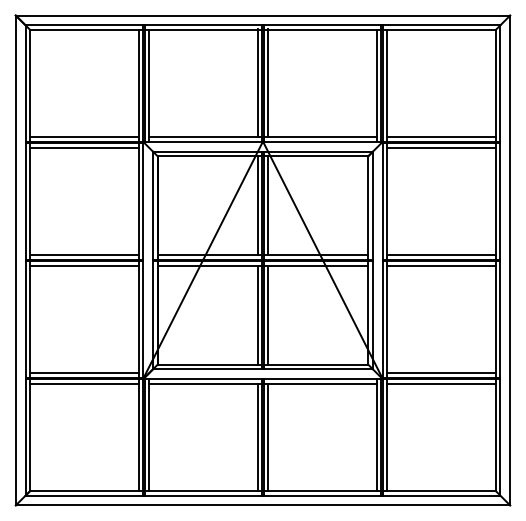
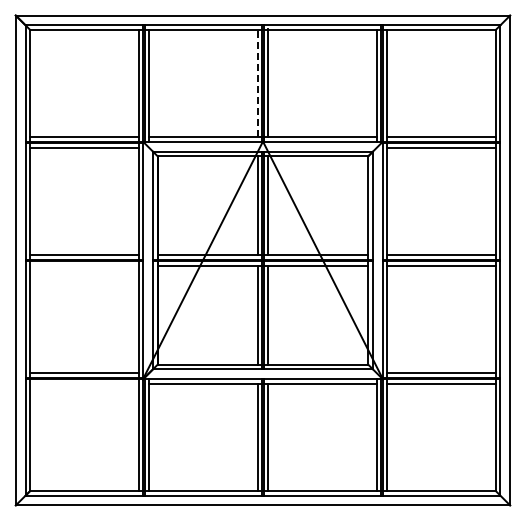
line at (257, 82): solid -> dashed
line at (83, 265): present -> none
line at (83, 383): present -> none
